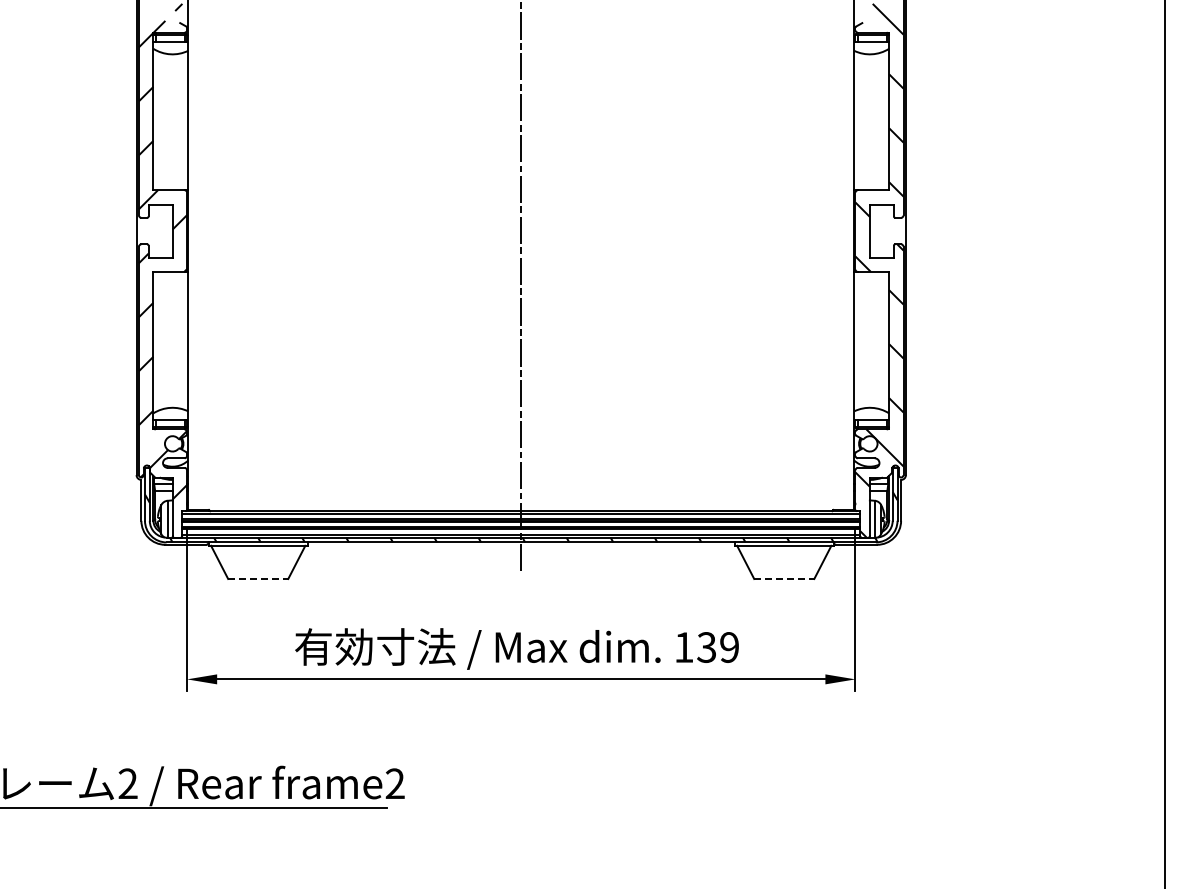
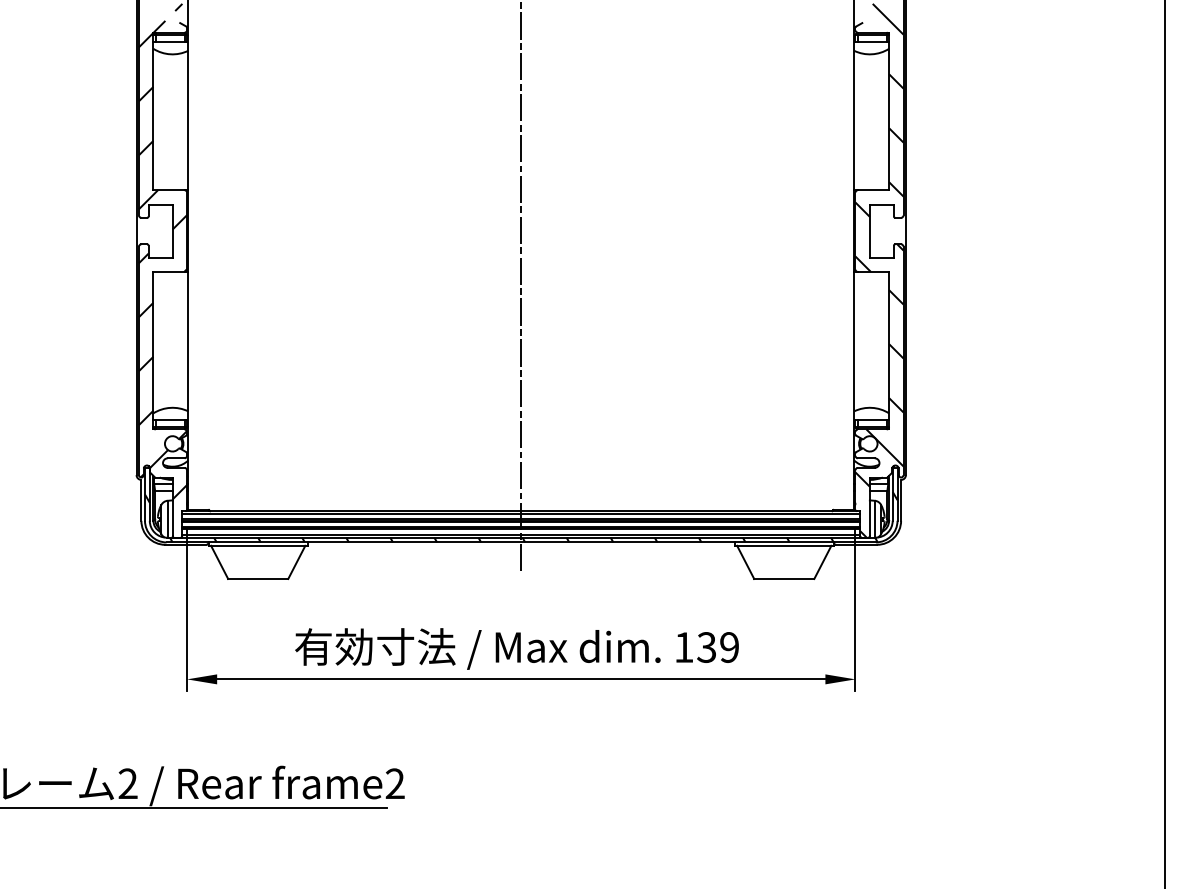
line at (258, 578): dashed -> solid
line at (784, 578): dashed -> solid
